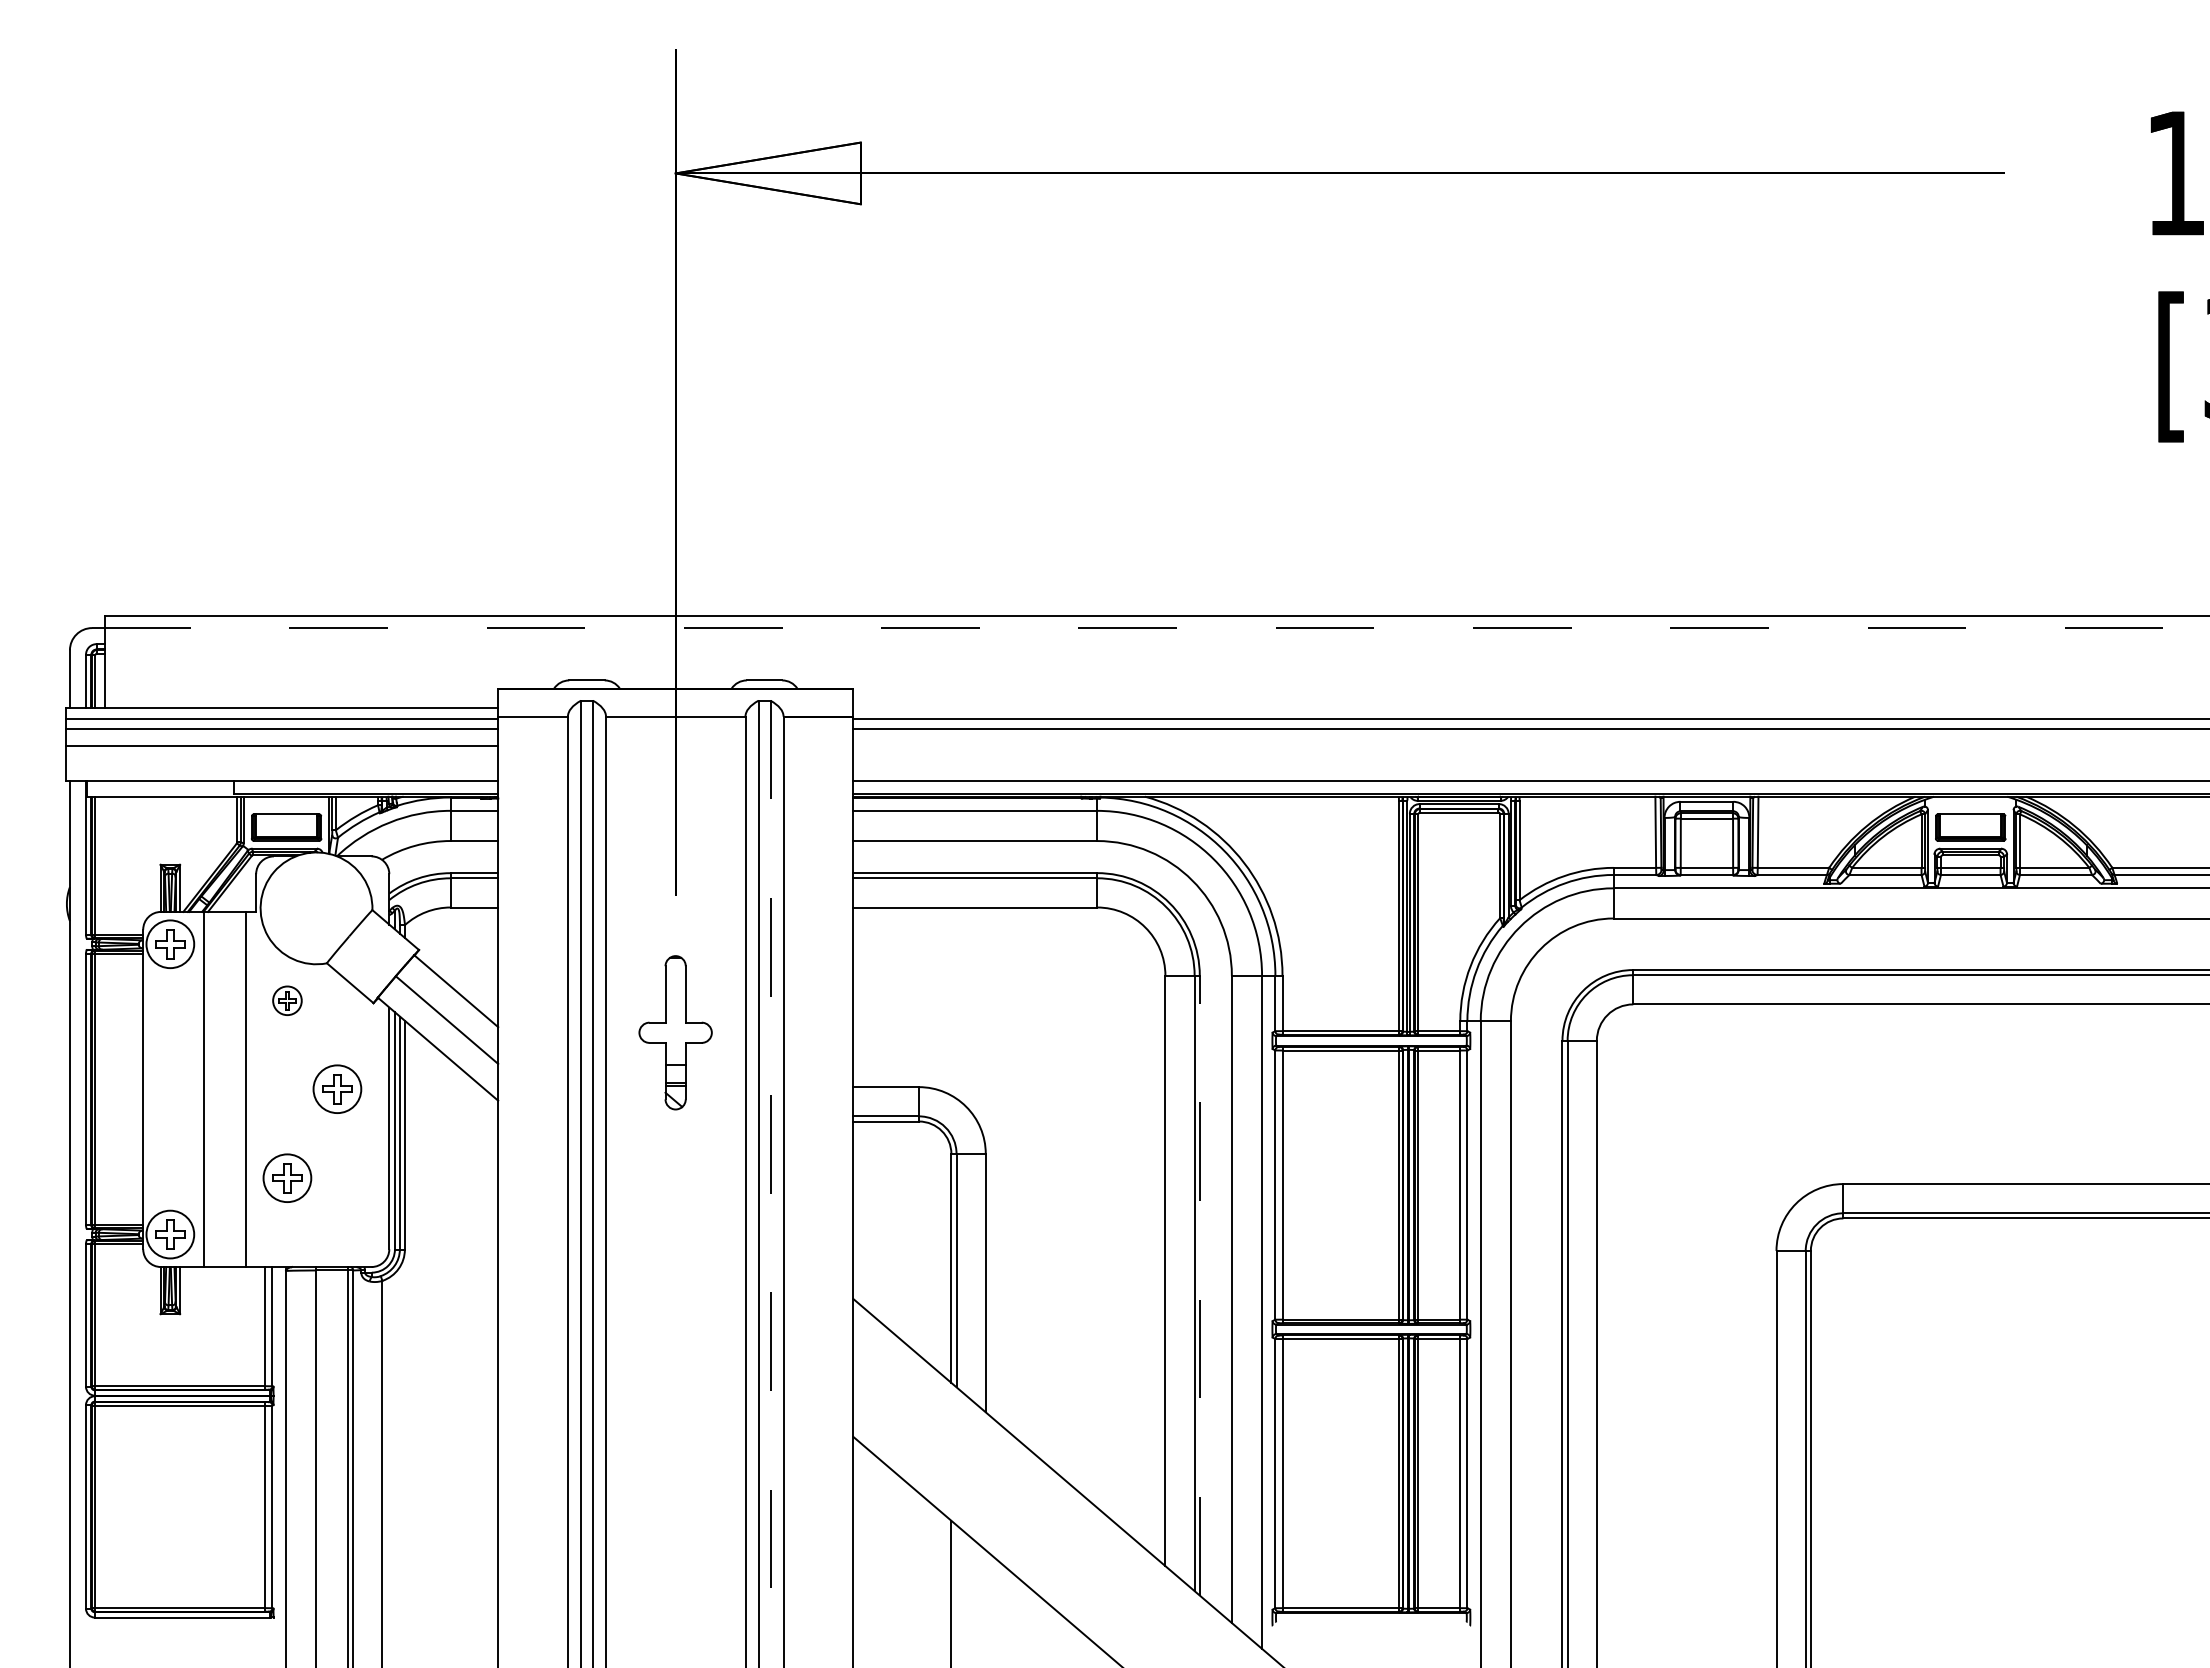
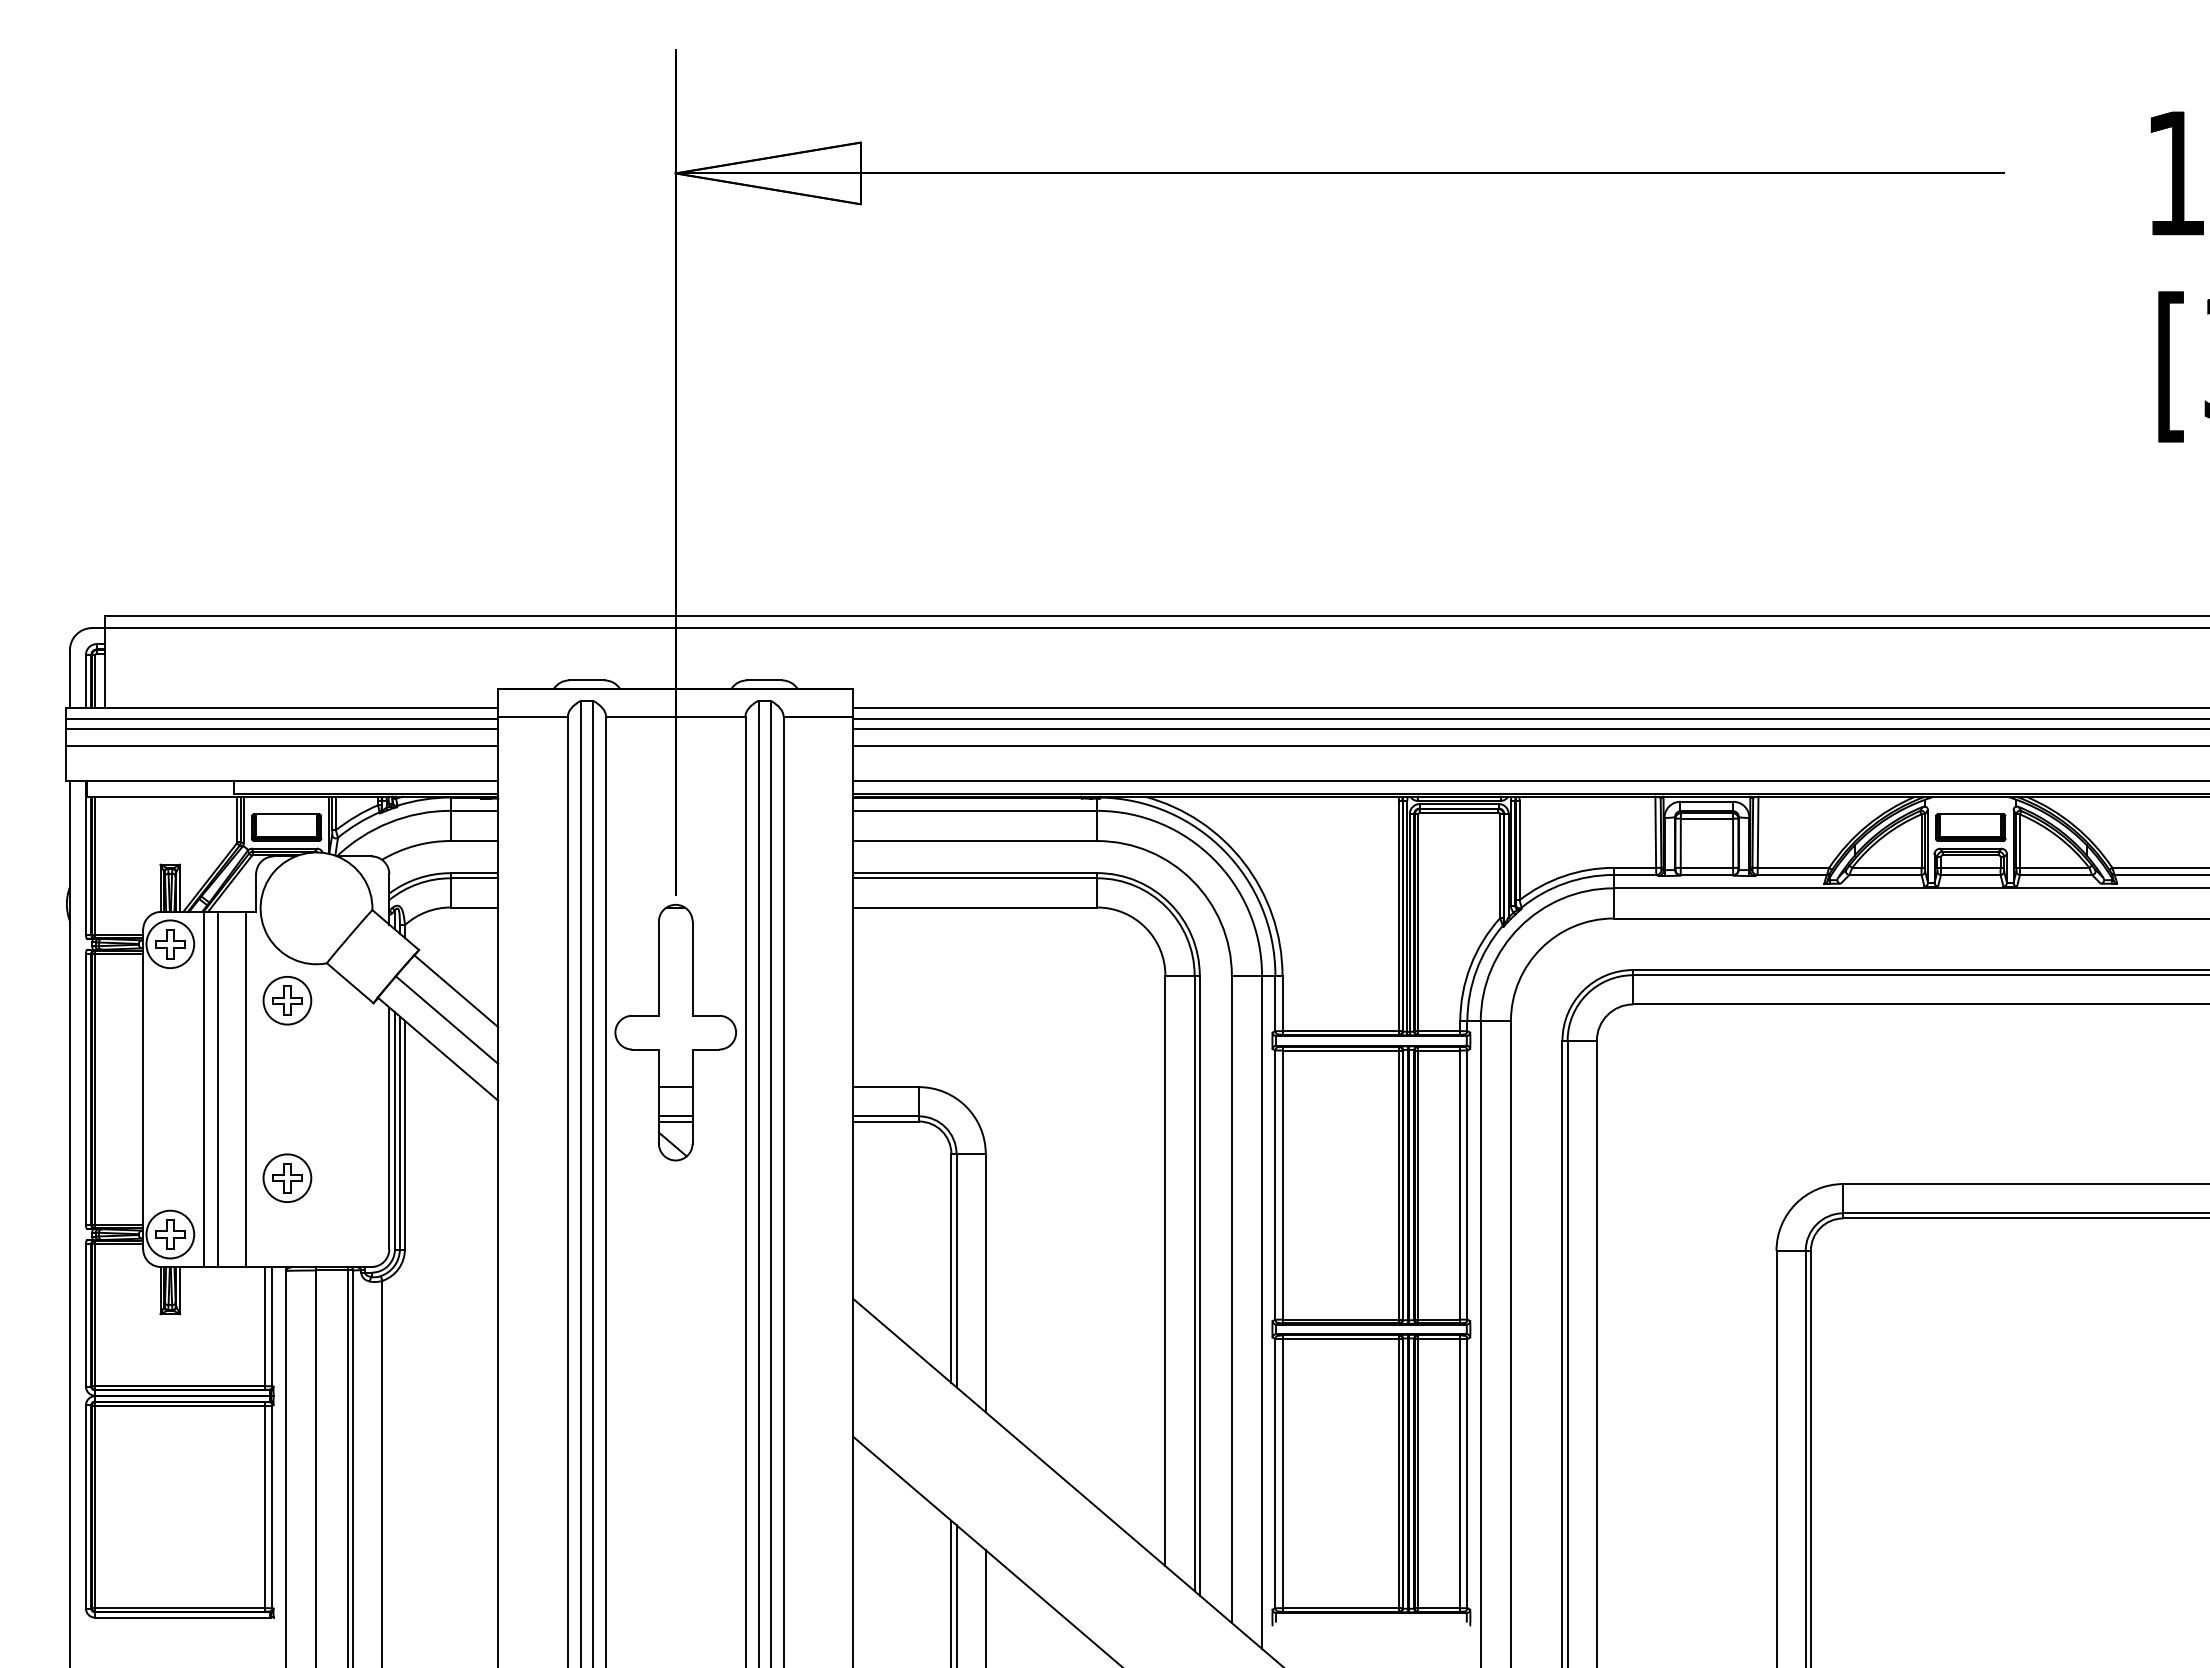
line at (1150, 628): dashed -> solid
line at (1529, 707): none -> present
line at (1529, 746): none -> present
part at (287, 1000) size: 31x31 px -> 51x50 px
part at (675, 1032) size: 75x156 px -> 123x258 px
part at (337, 1088): present -> none
line at (217, 1089): none -> present
line at (770, 1184): dashed -> solid
line at (1199, 1285): dashed -> solid
line at (956, 1594): none -> present
line at (985, 1607): none -> present
